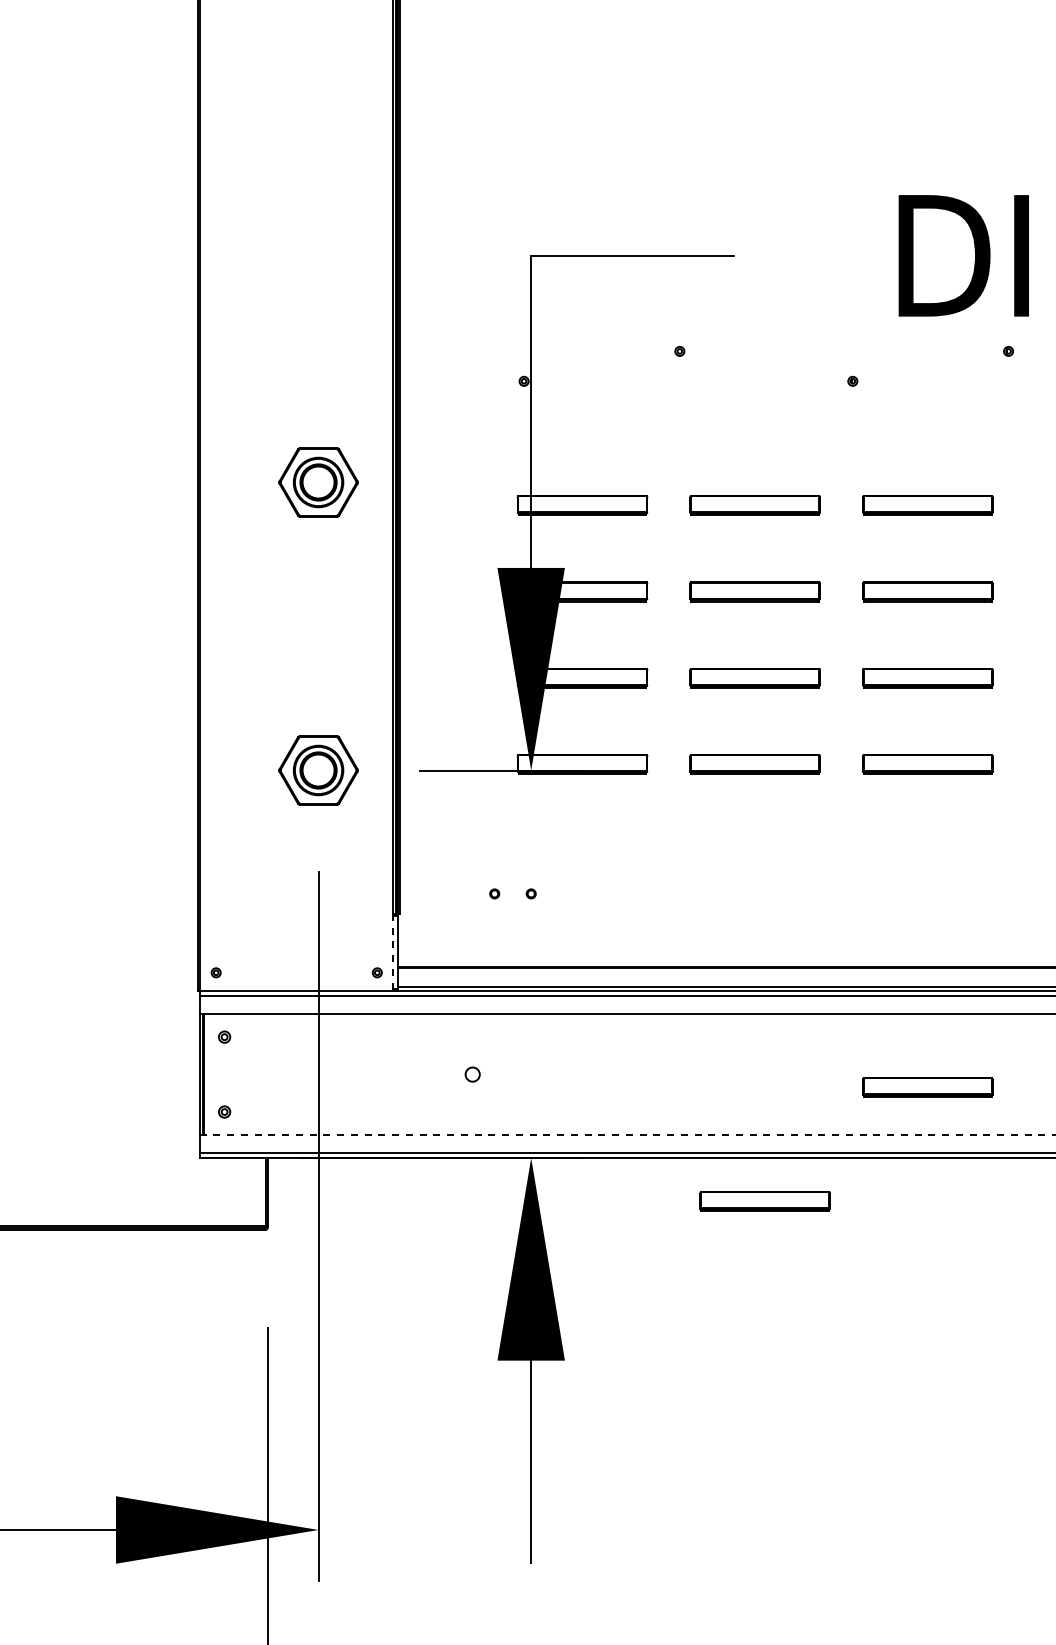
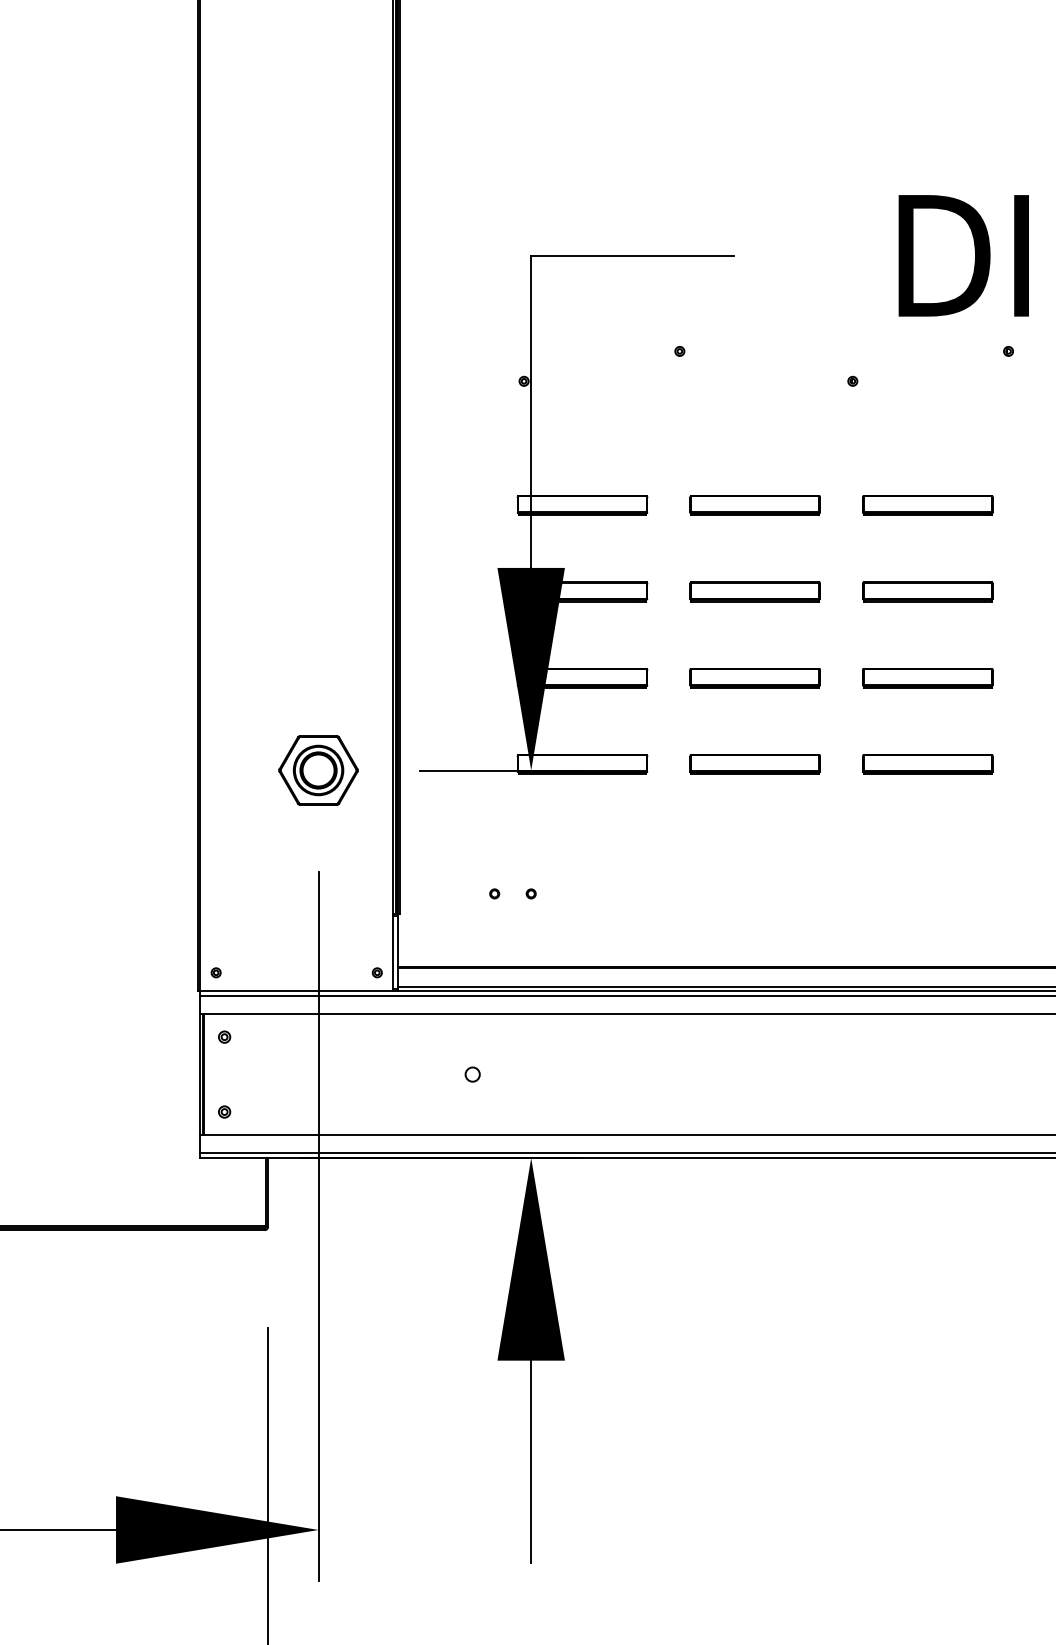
part at (318, 482): present -> none
line at (393, 952): dashed -> solid
part at (927, 1087): present -> none
line at (627, 1135): dashed -> solid
part at (764, 1201): present -> none
